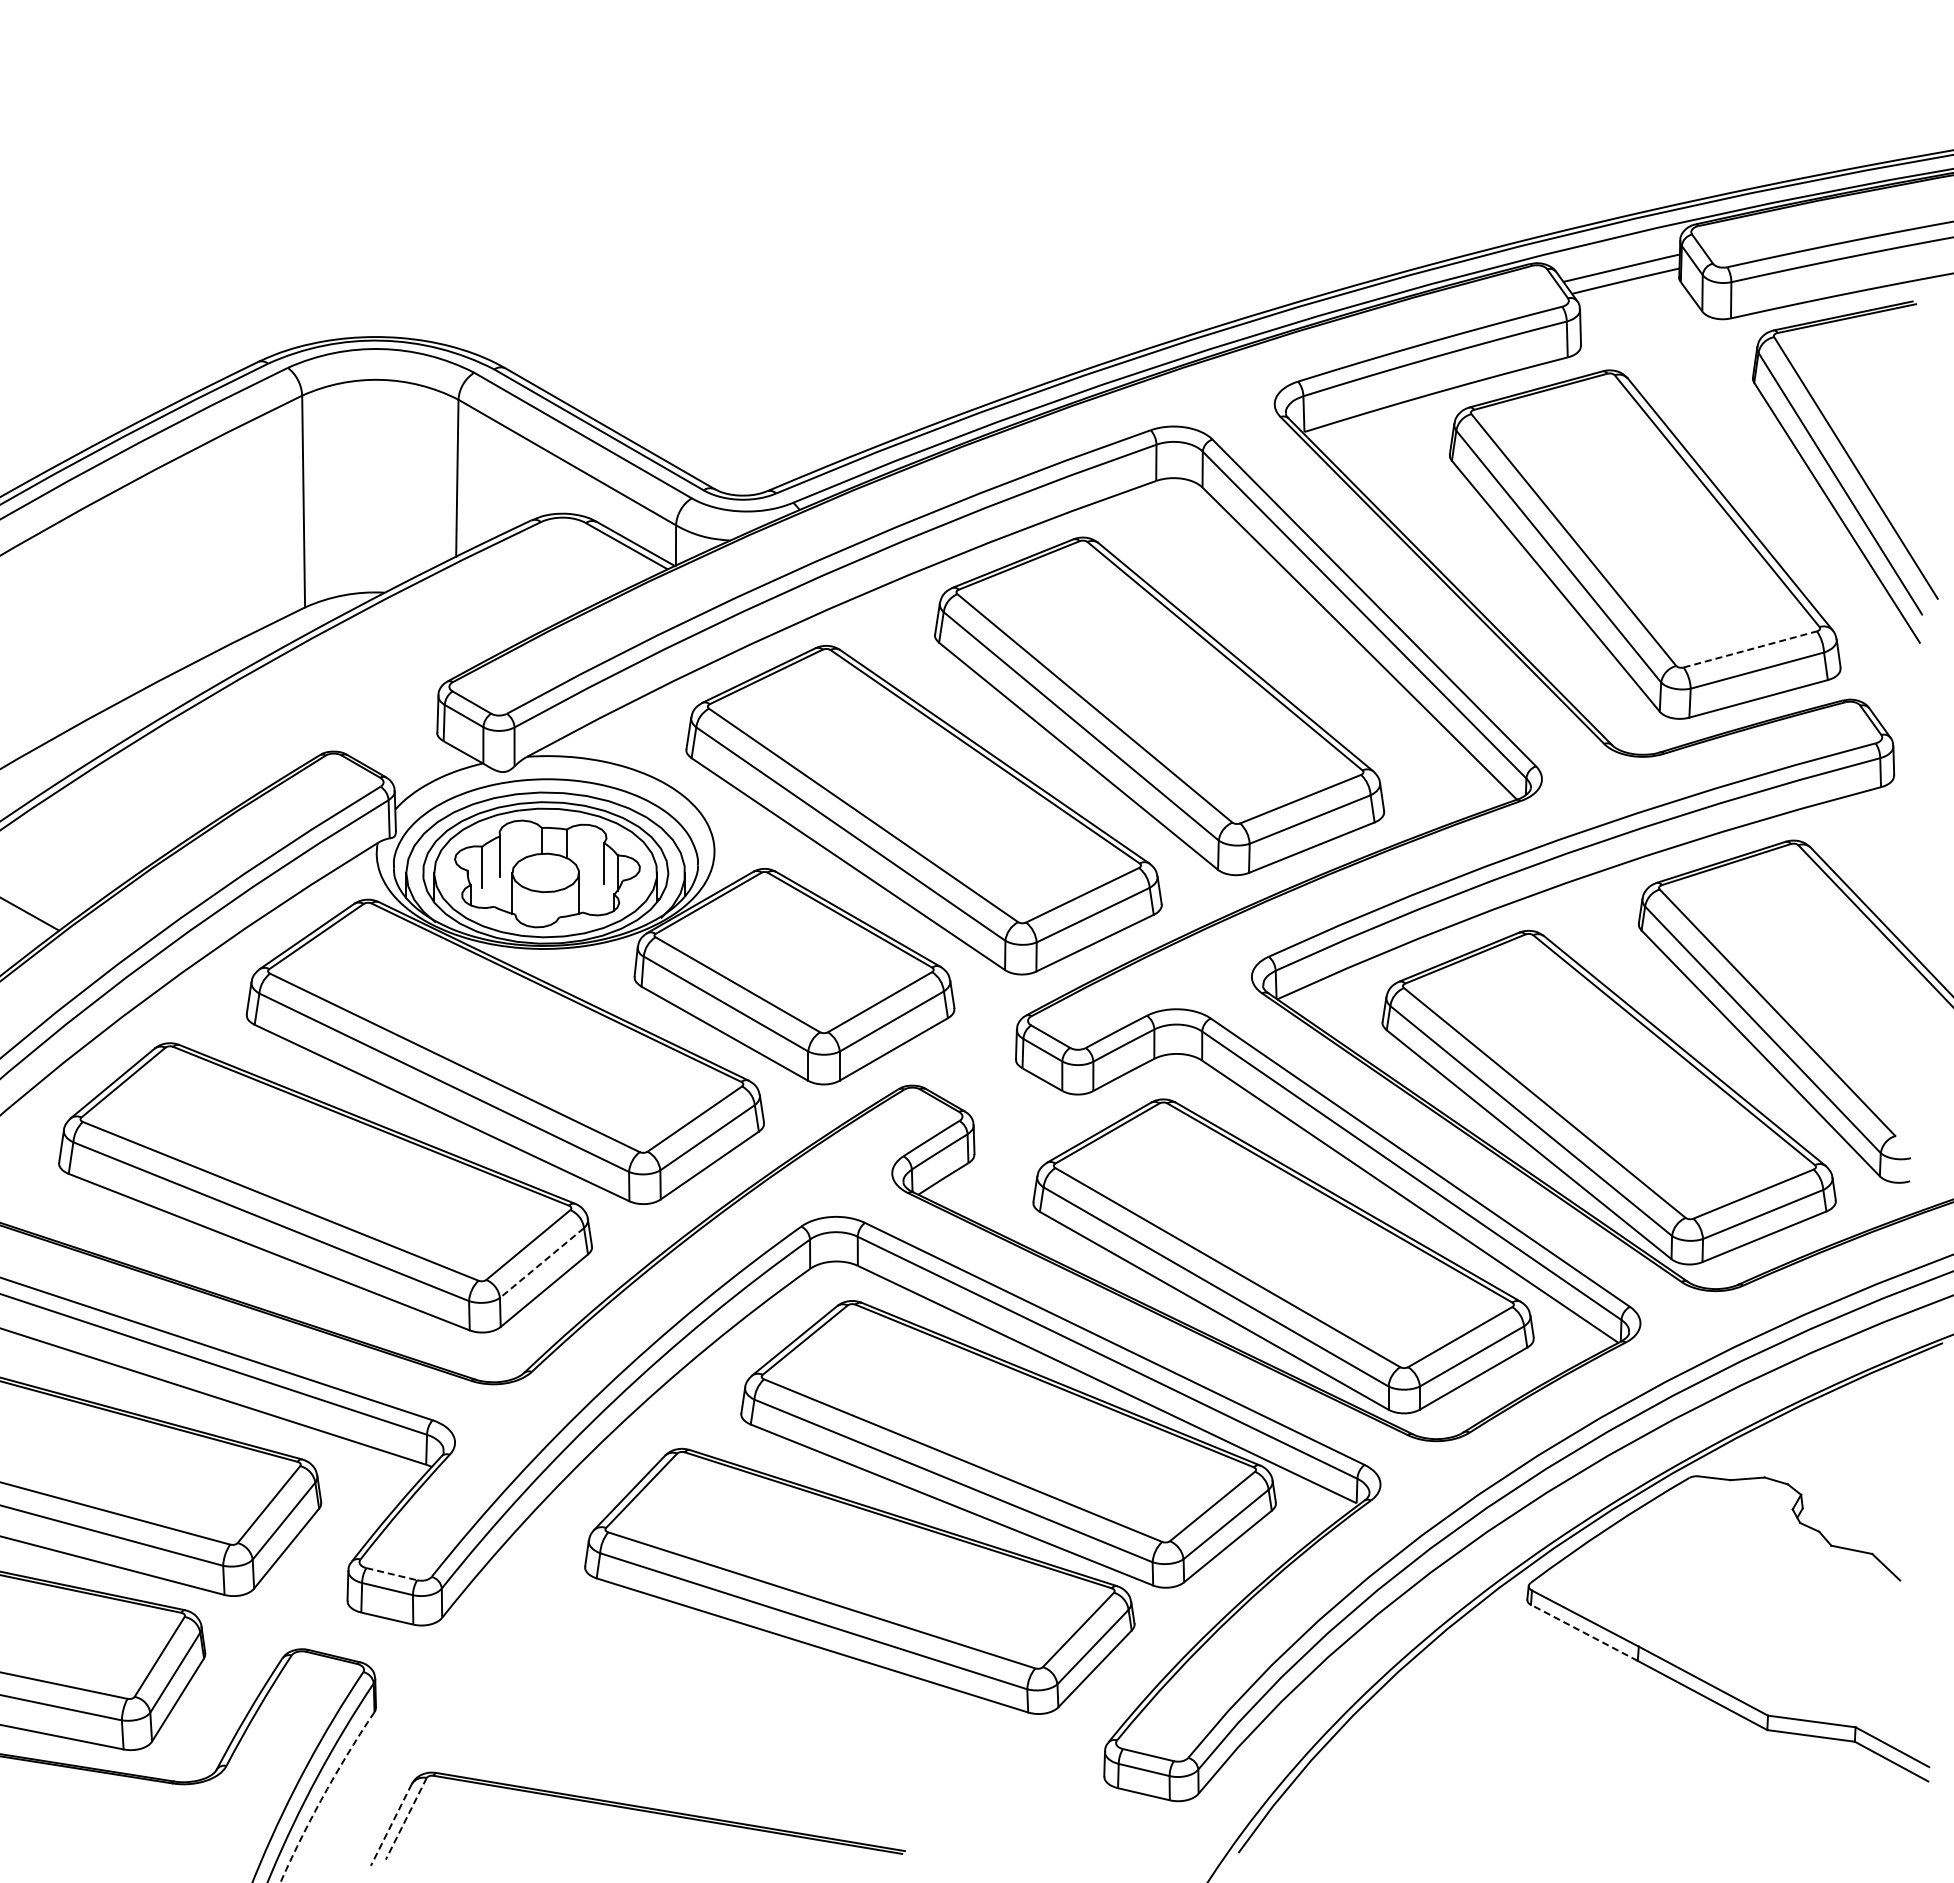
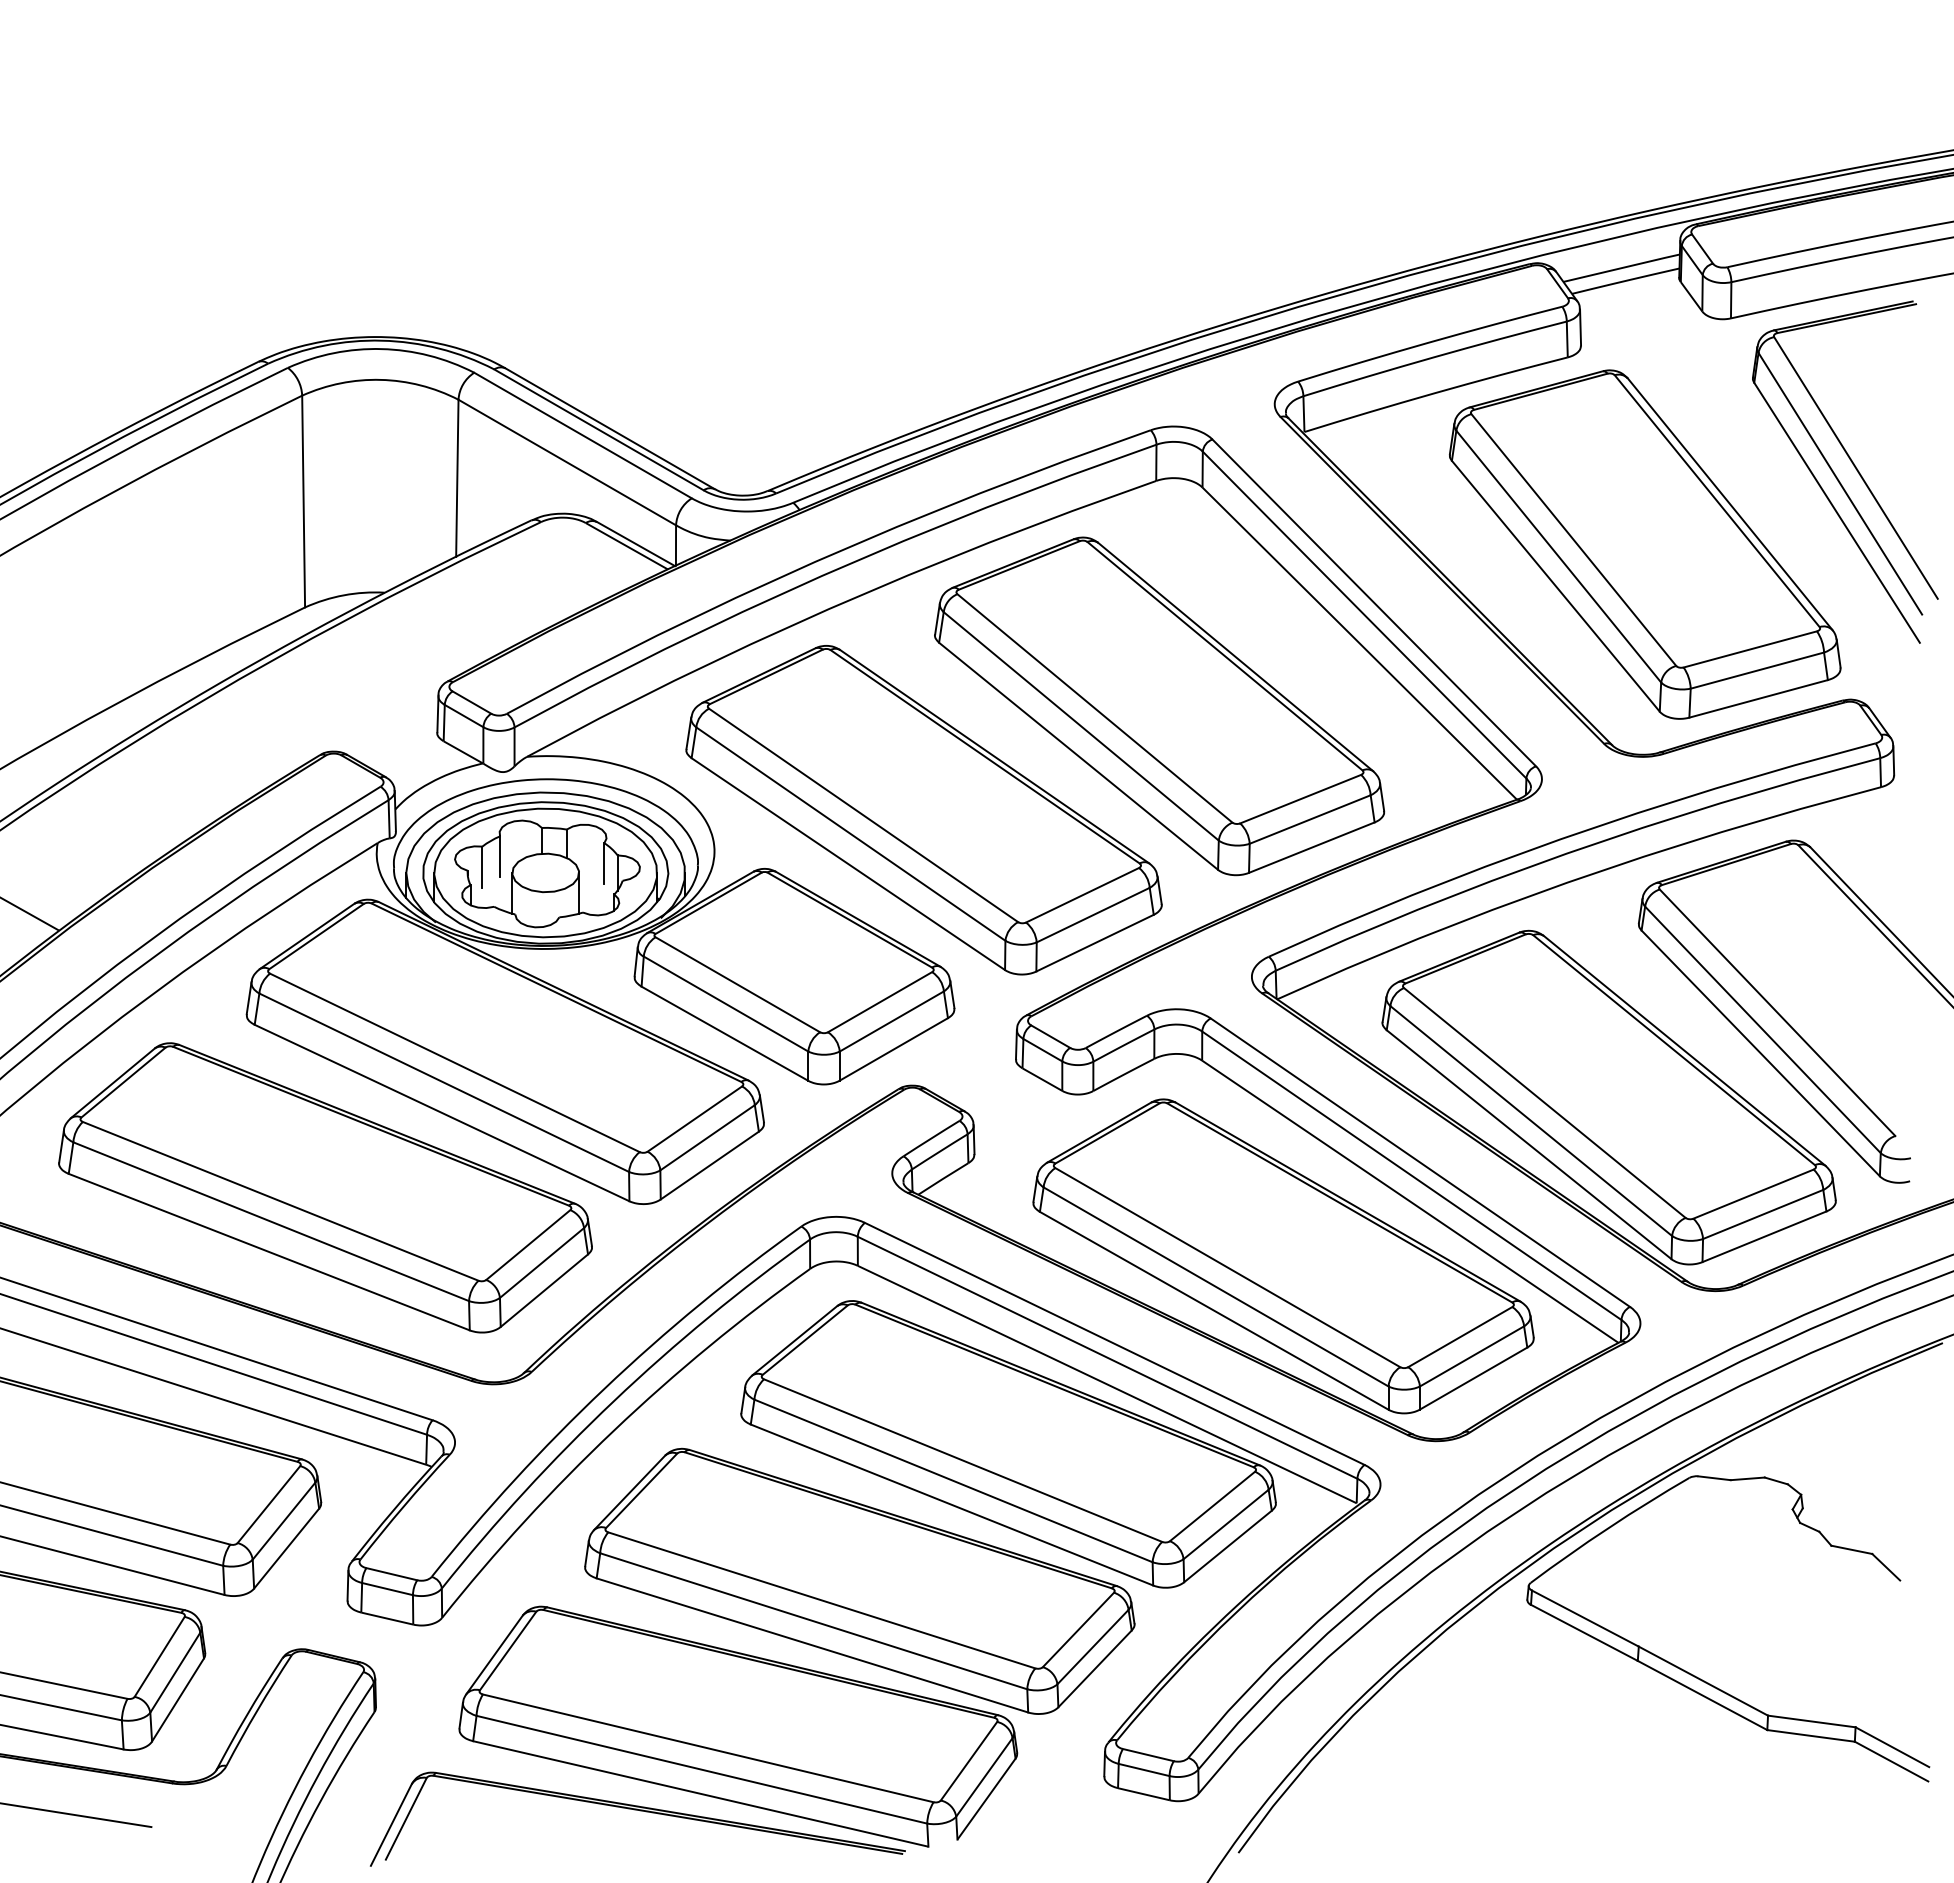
line at (1750, 649): dashed -> solid
line at (542, 1263): dashed -> solid
line at (392, 1574): dashed -> solid
line at (1583, 1632): dashed -> solid
part at (738, 1726): none -> present
arc at (323, 1796): dashed -> solid
line at (76, 1815): none -> present
line at (406, 1818): dashed -> solid
line at (391, 1825): dashed -> solid
